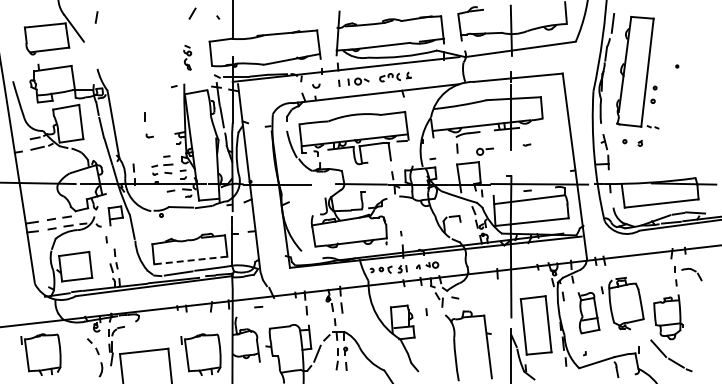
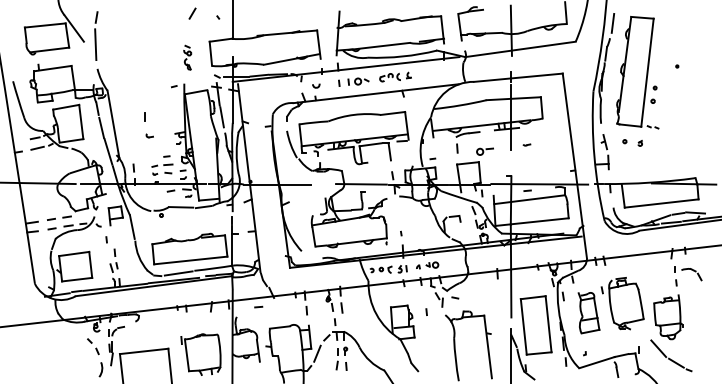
line at (95, 44): none -> present
line at (190, 260): dashed -> solid
part at (40, 354): present -> none
